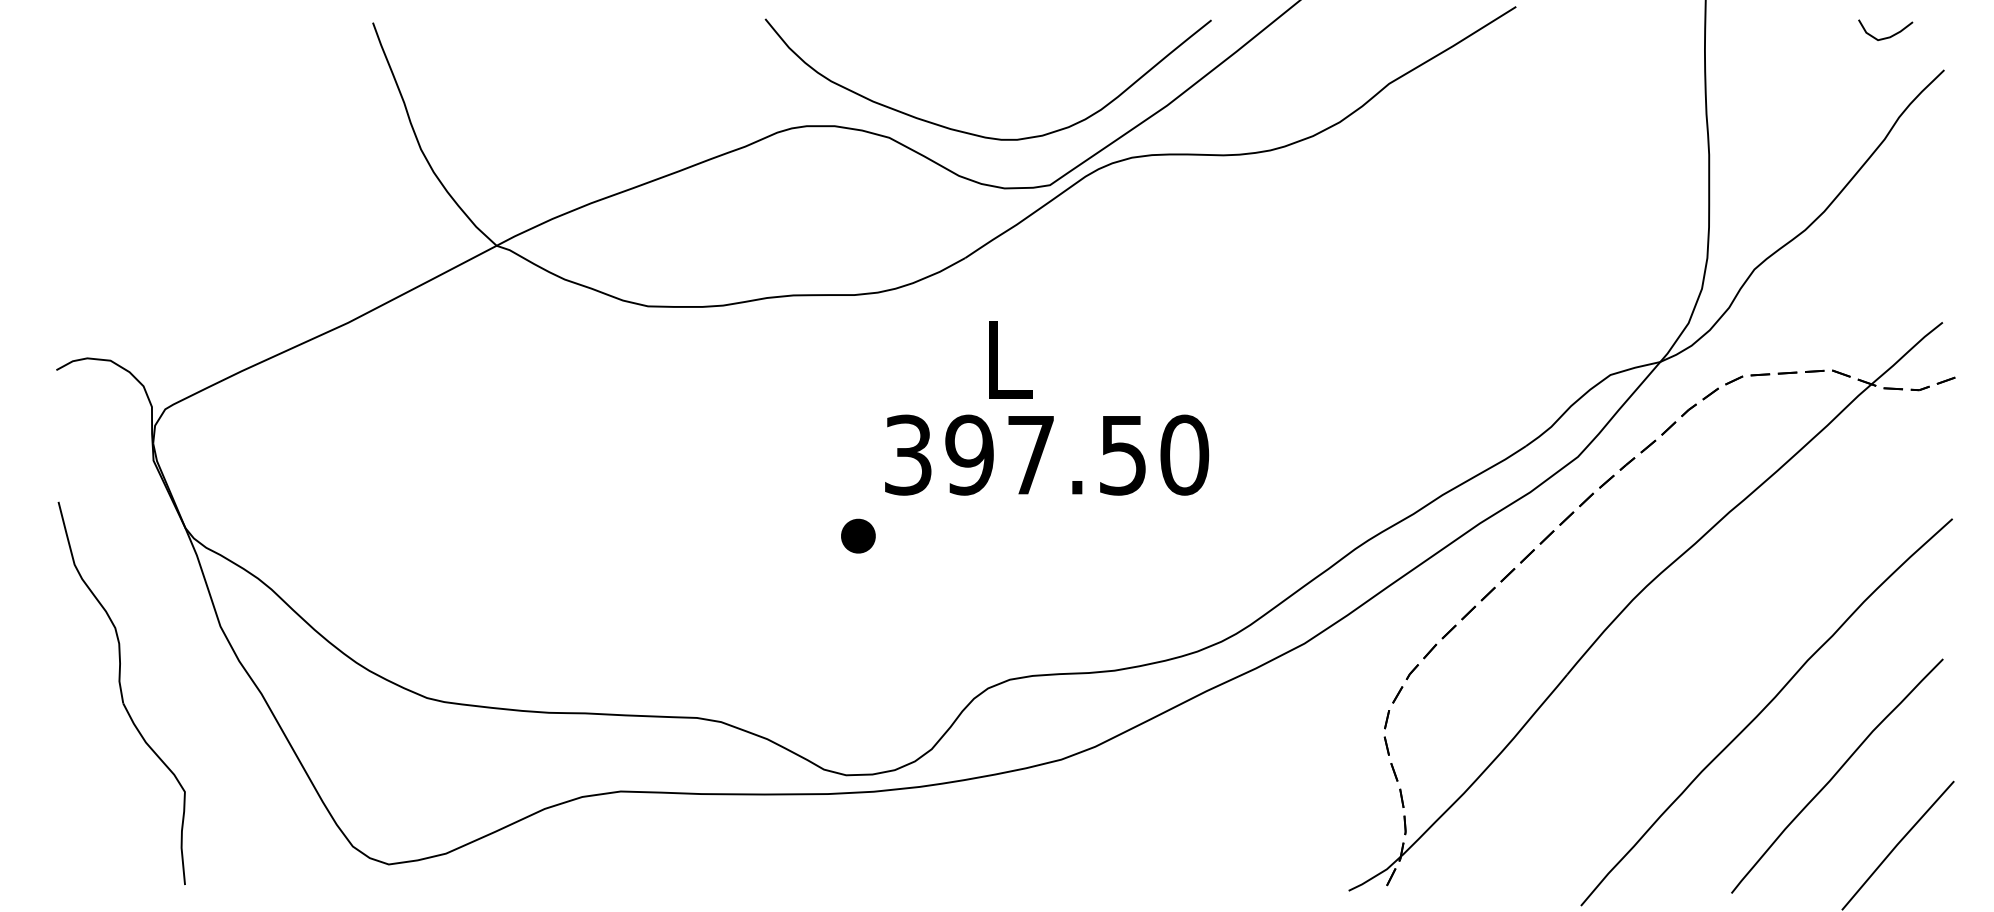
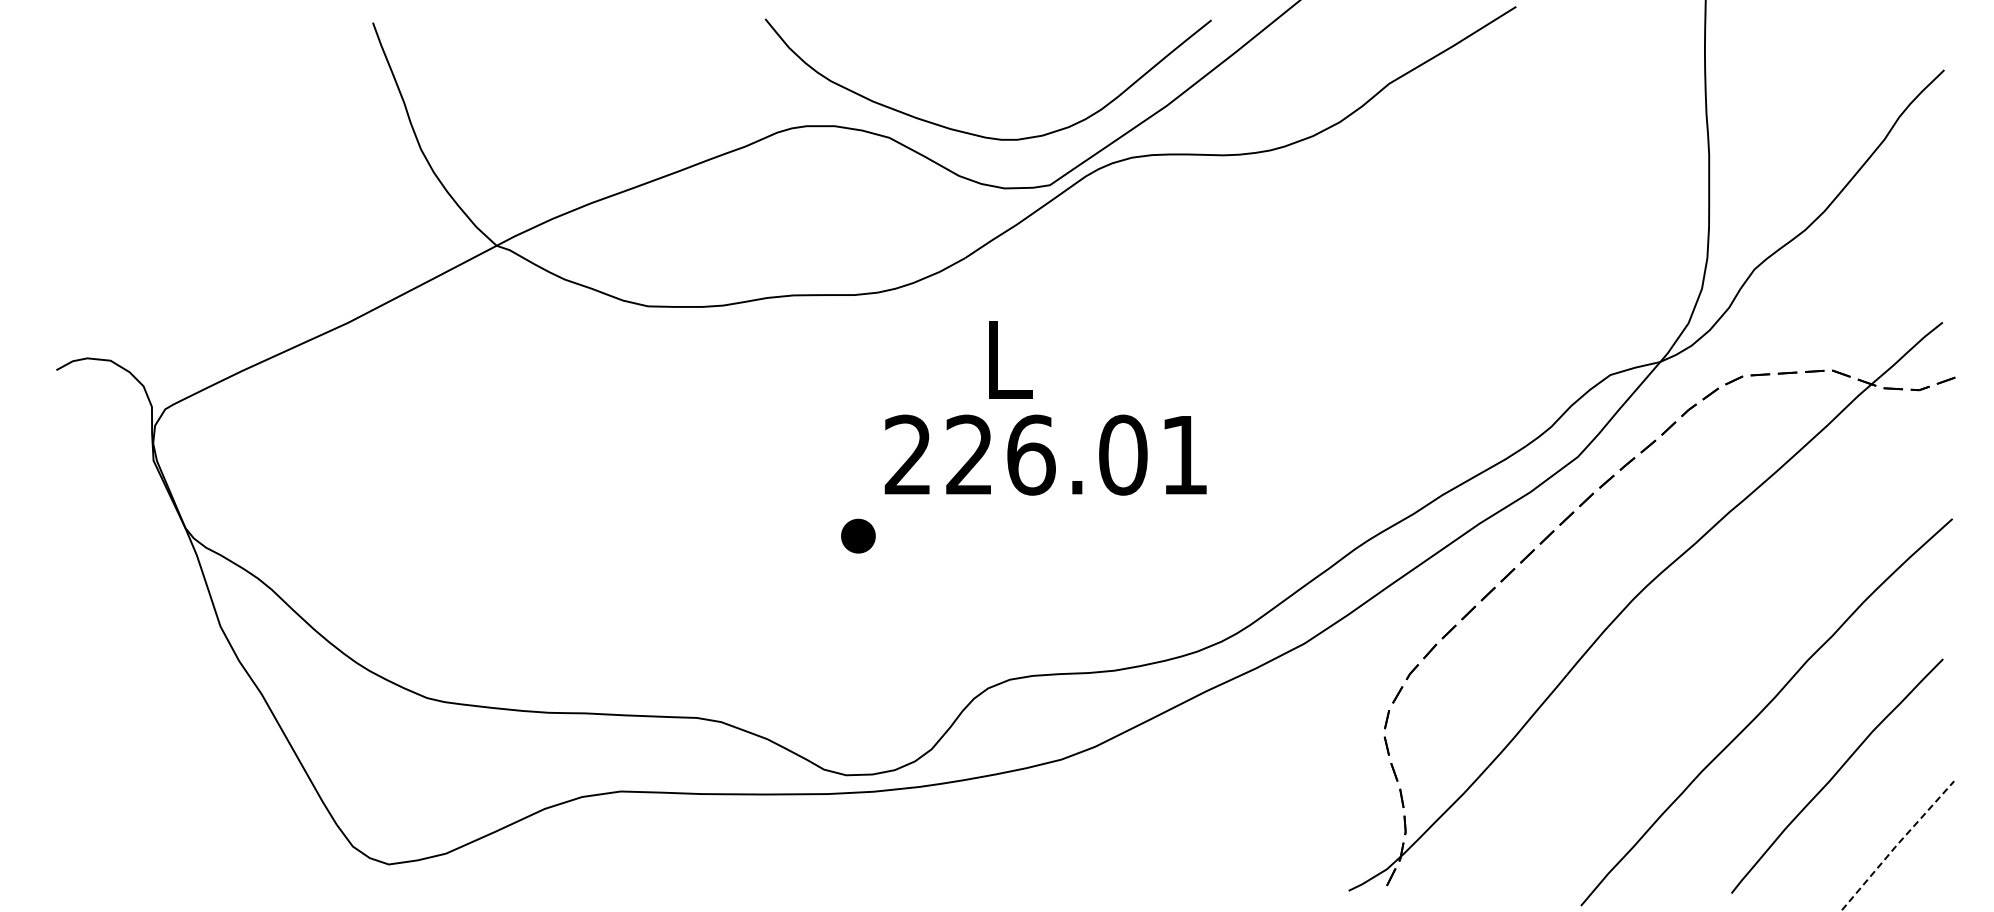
curve at (1888, 36): present -> none
text at (1046, 454): 397.50 -> 226.01
part at (121, 692): present -> none
line at (1897, 844): solid -> dashed
